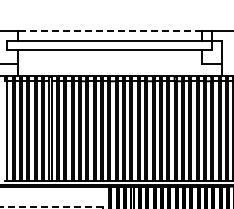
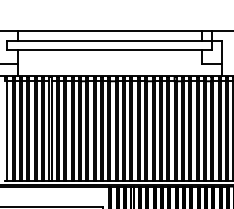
line at (109, 31): dashed -> solid
line at (51, 207): dashed -> solid
